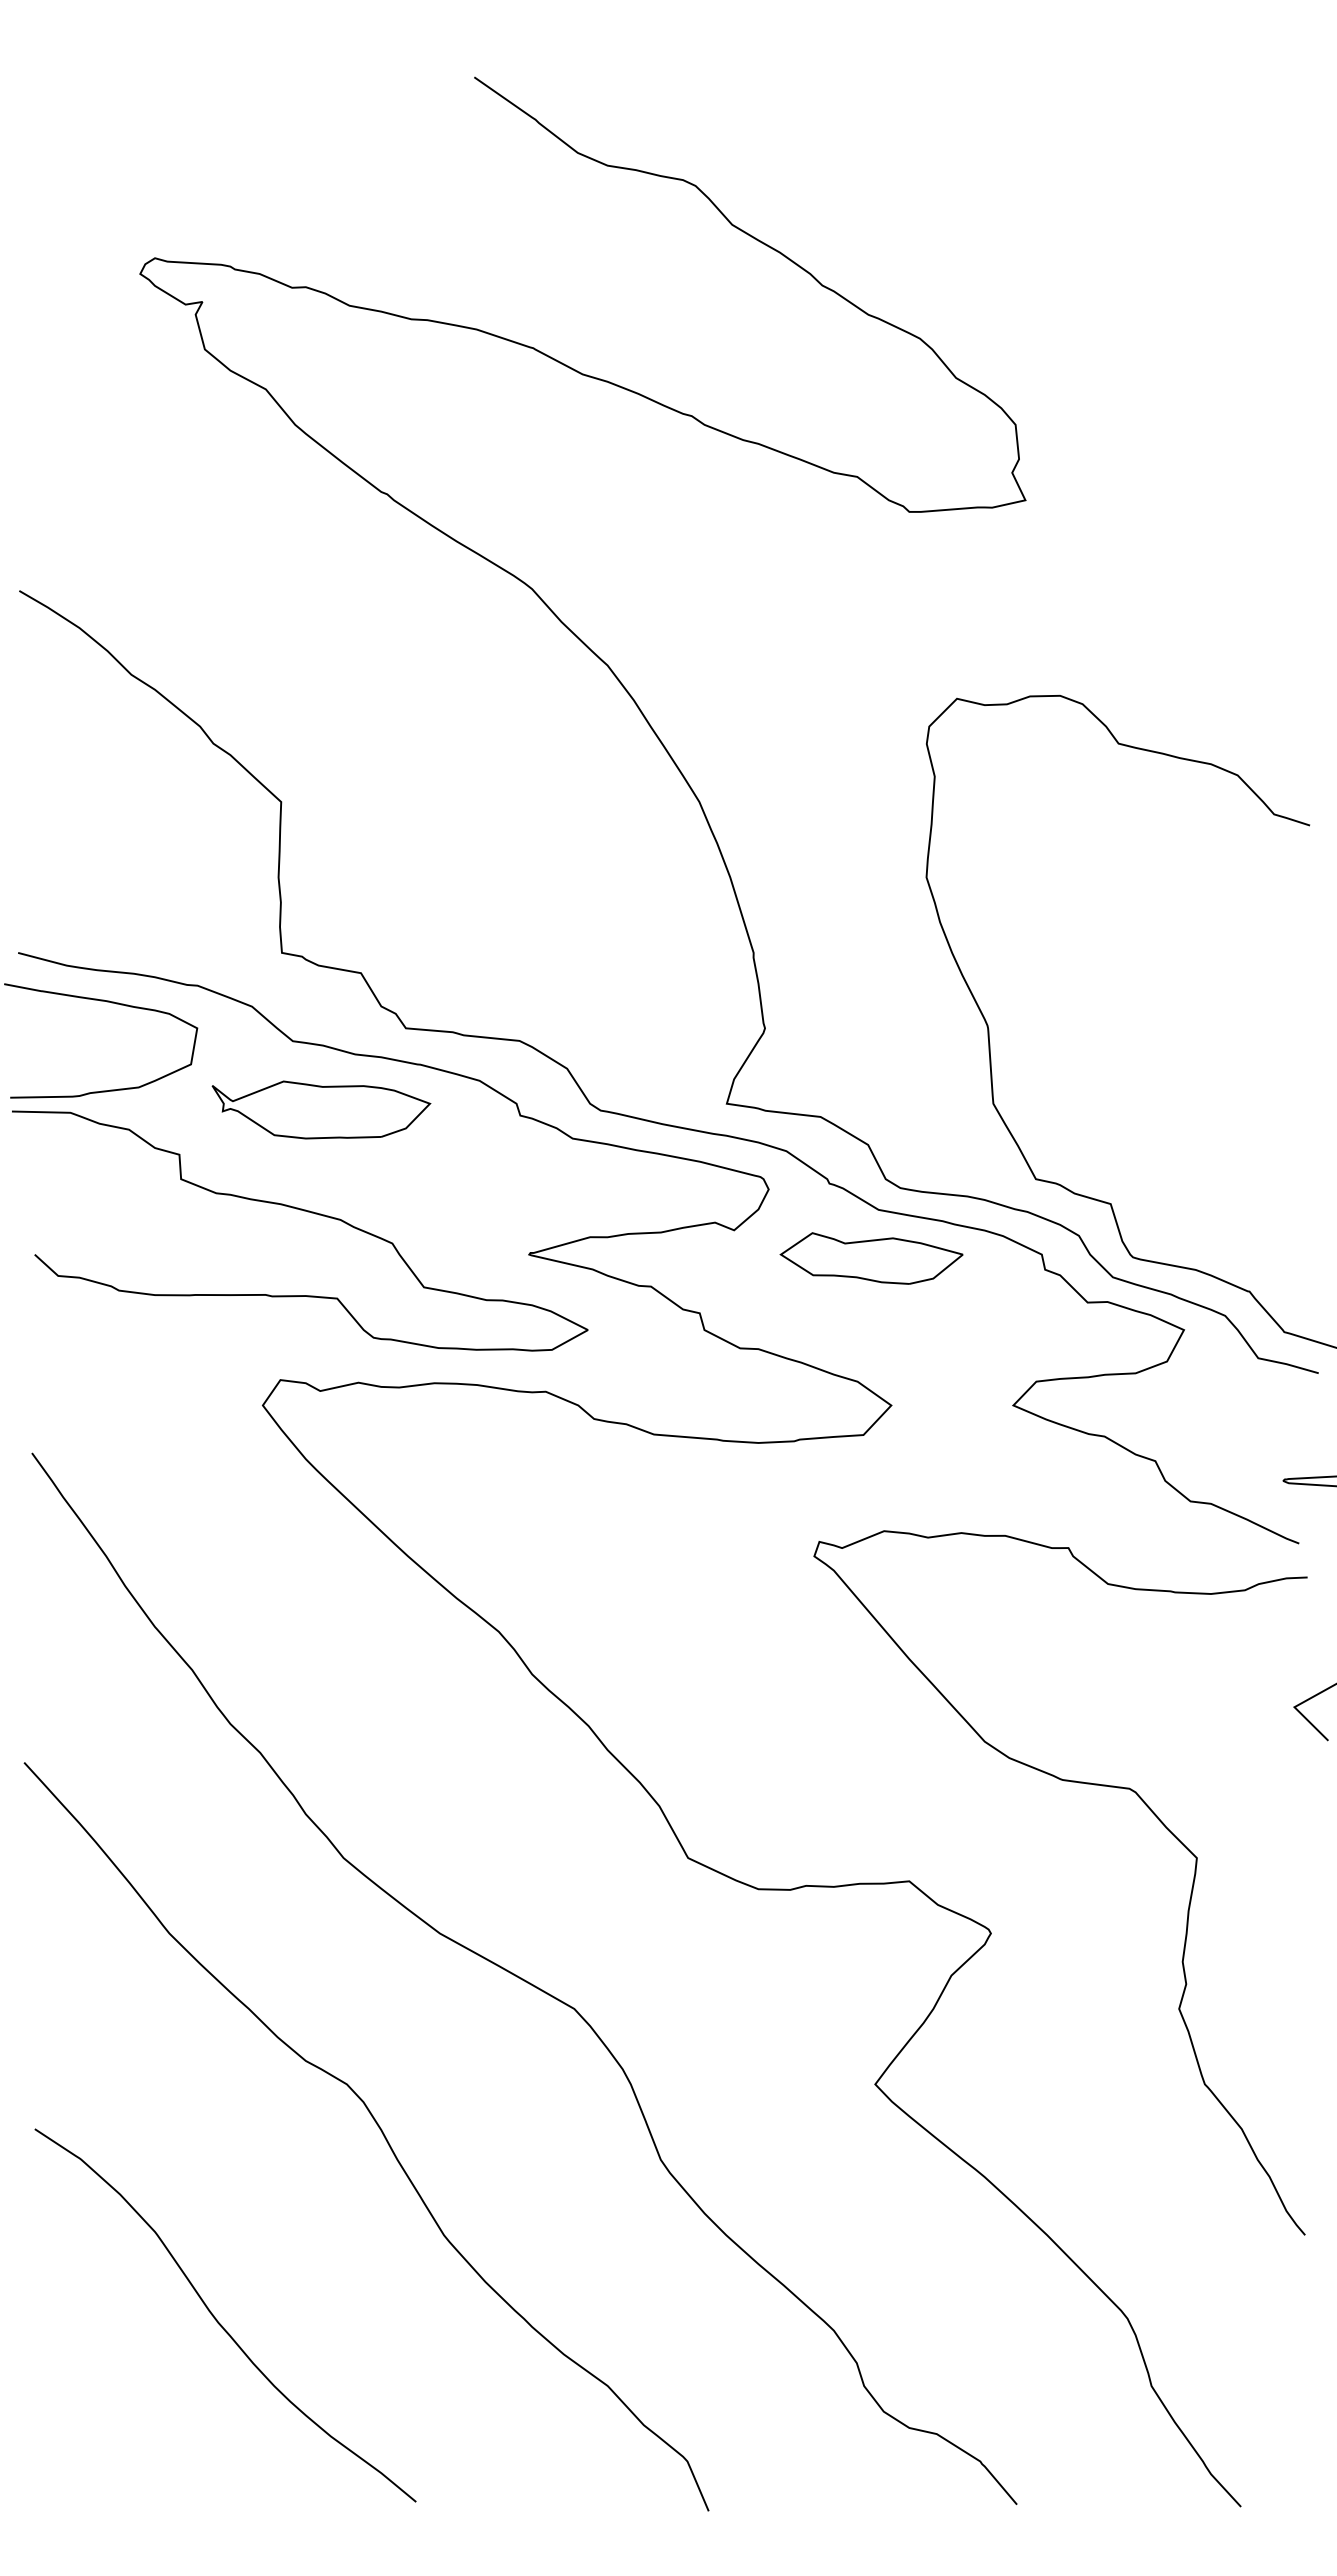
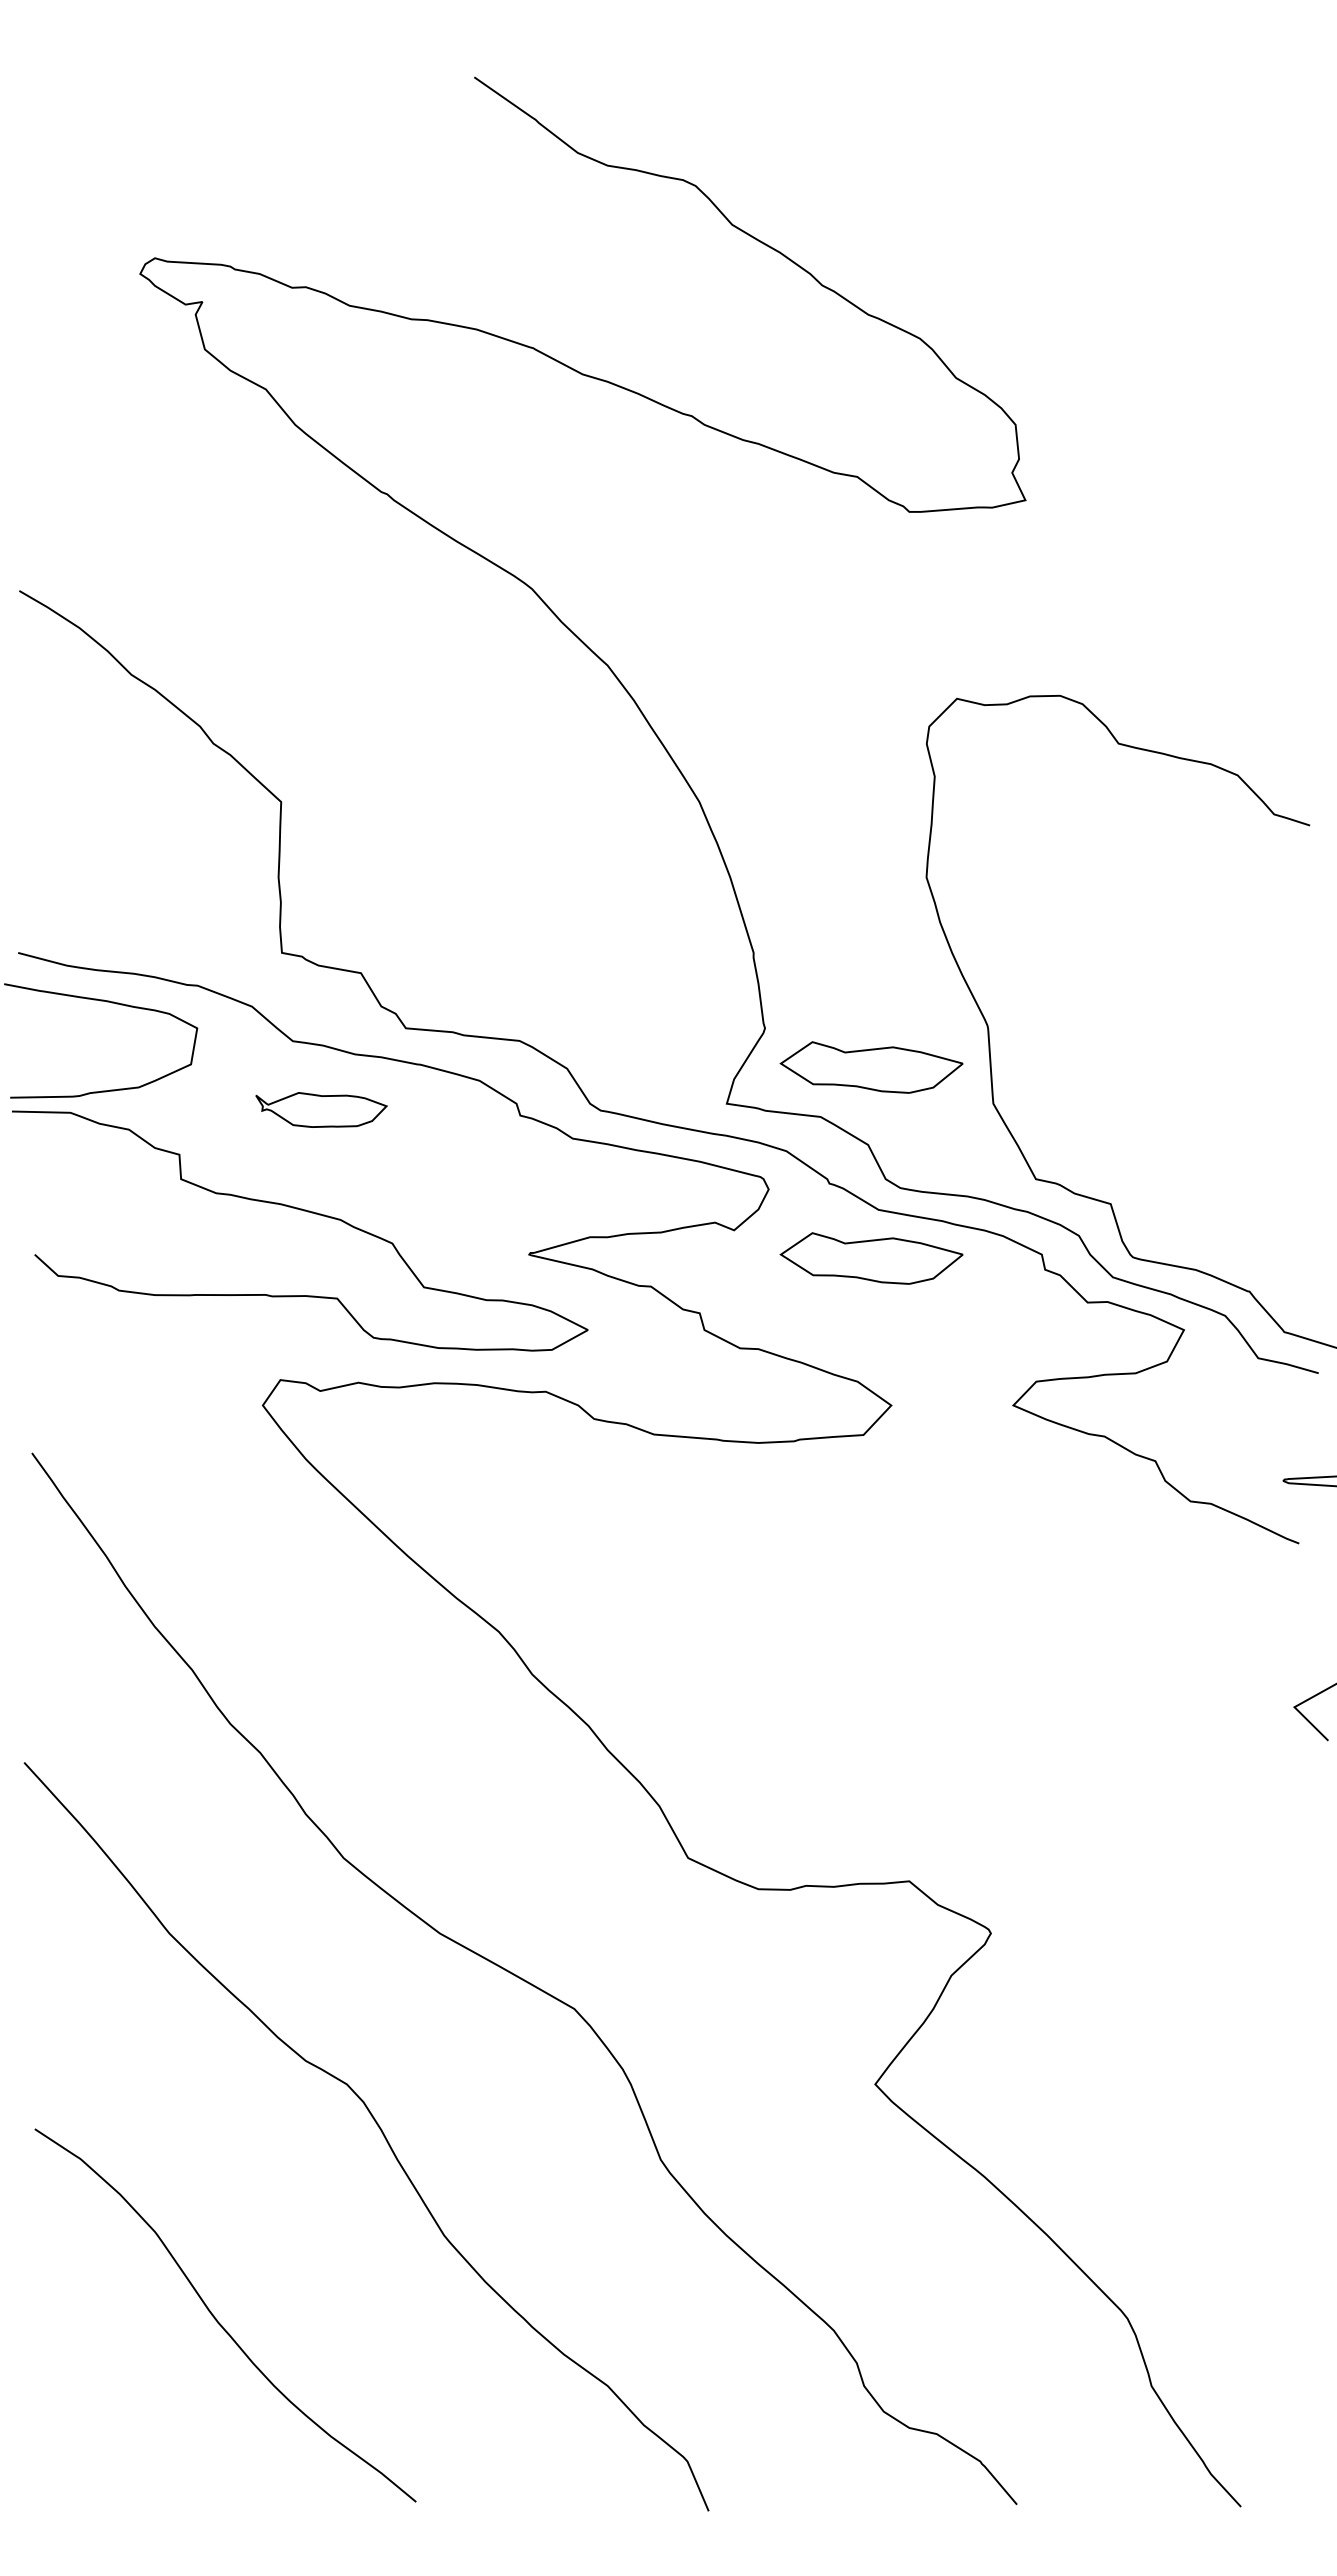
part at (871, 1067): none -> present
part at (321, 1109) size: 221x60 px -> 133x36 px
curve at (1071, 1782): present -> none
